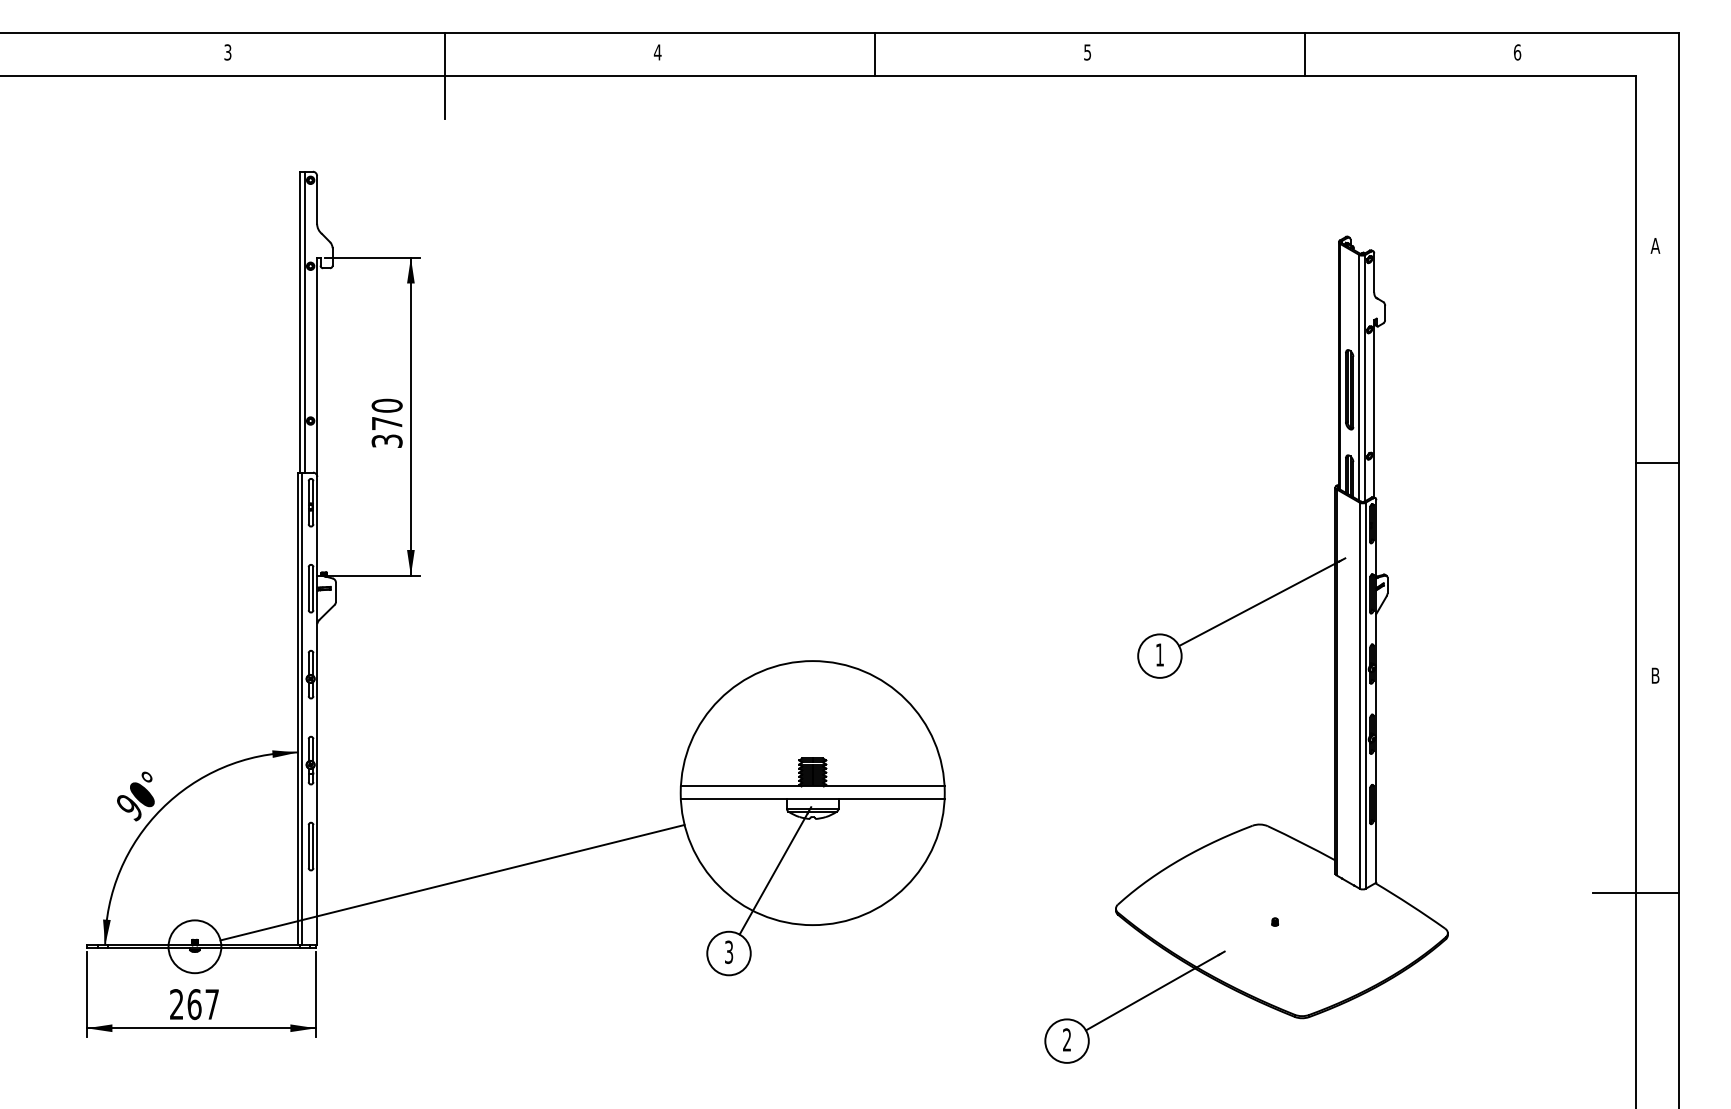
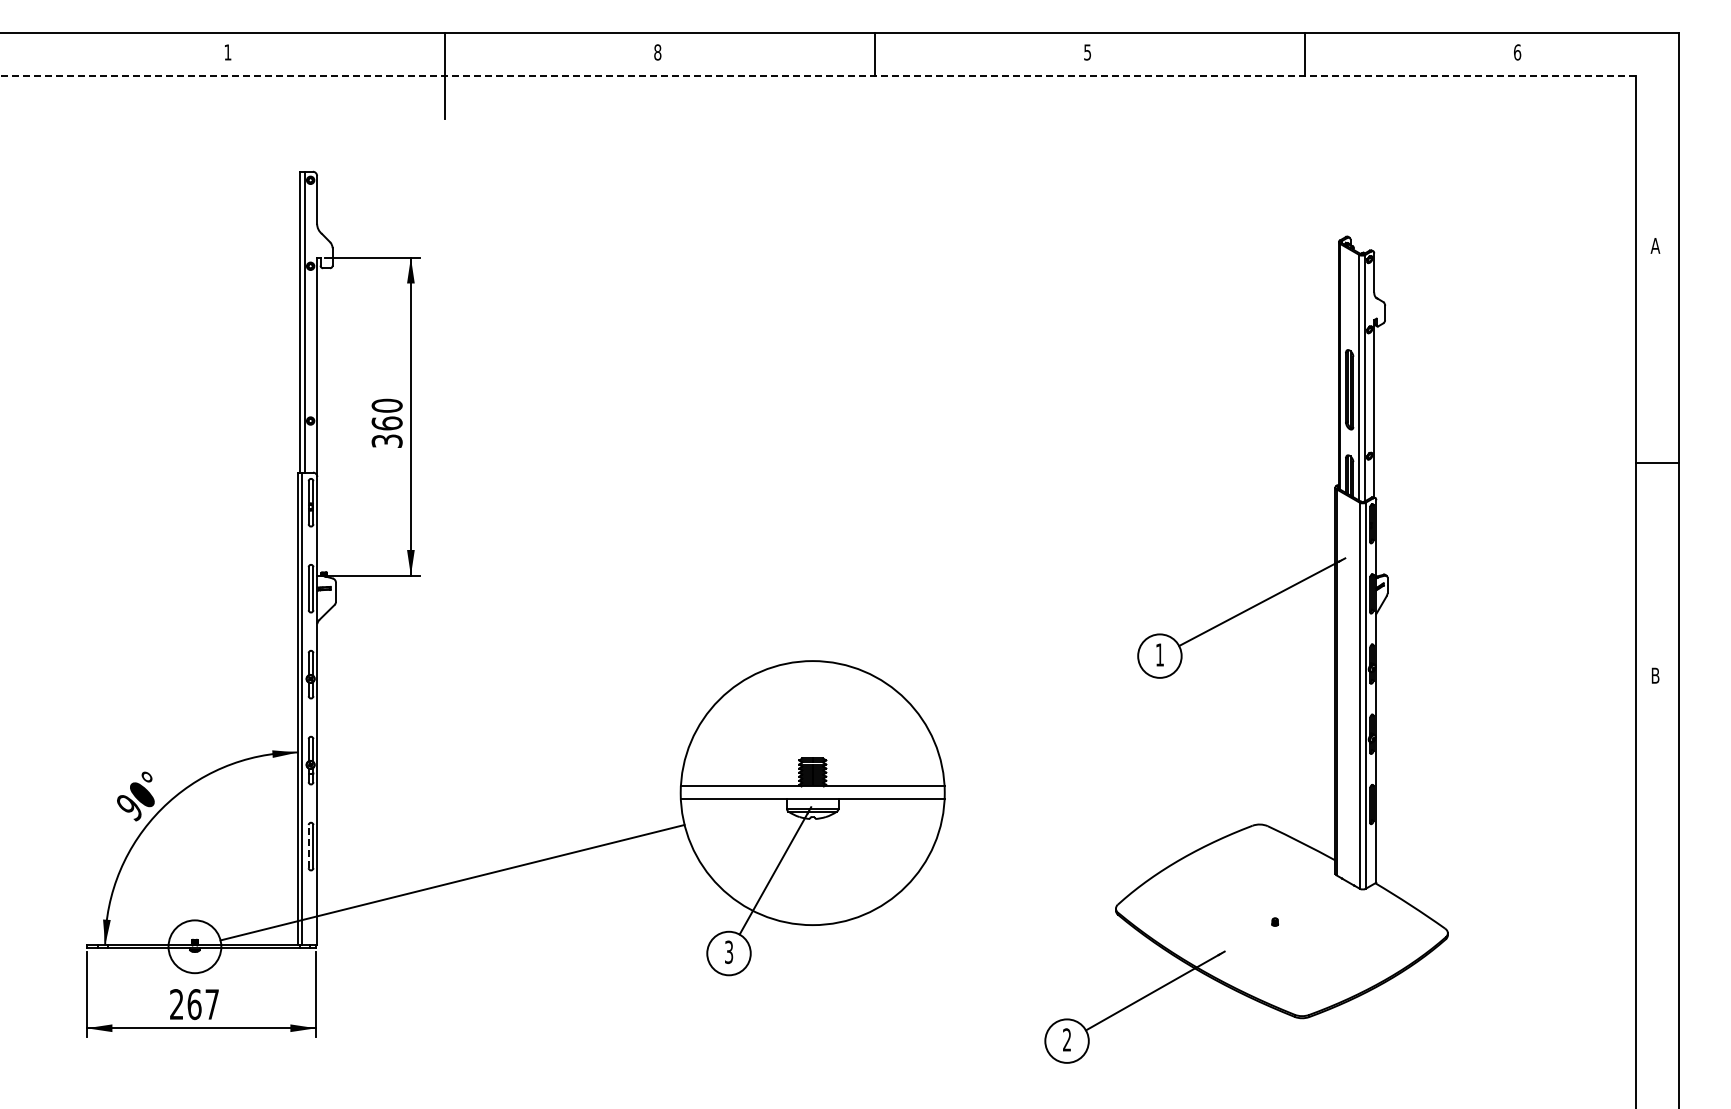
text at (227, 52): 3 -> 1
text at (657, 52): 4 -> 8
line at (818, 76): solid -> dashed
text at (386, 423): 370 -> 360
line at (308, 846): solid -> dashed
line at (1636, 892): present -> none
